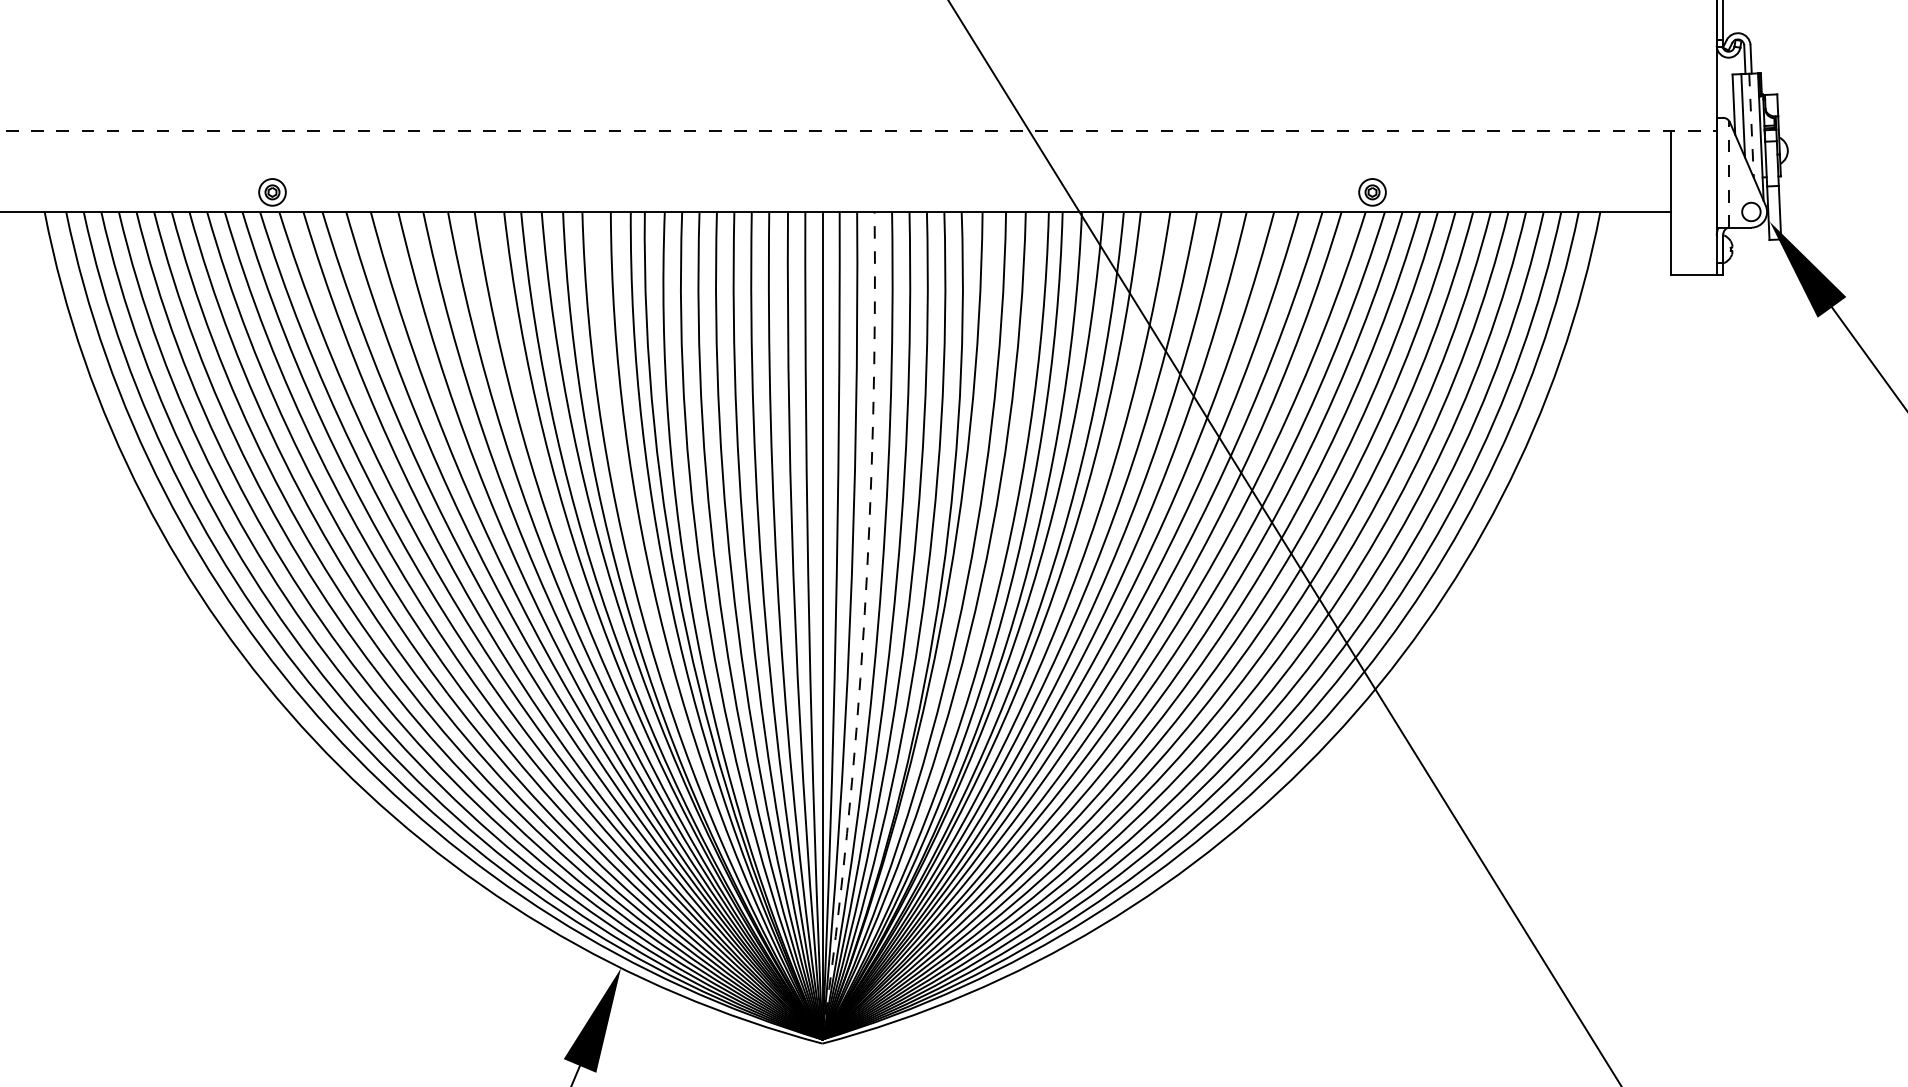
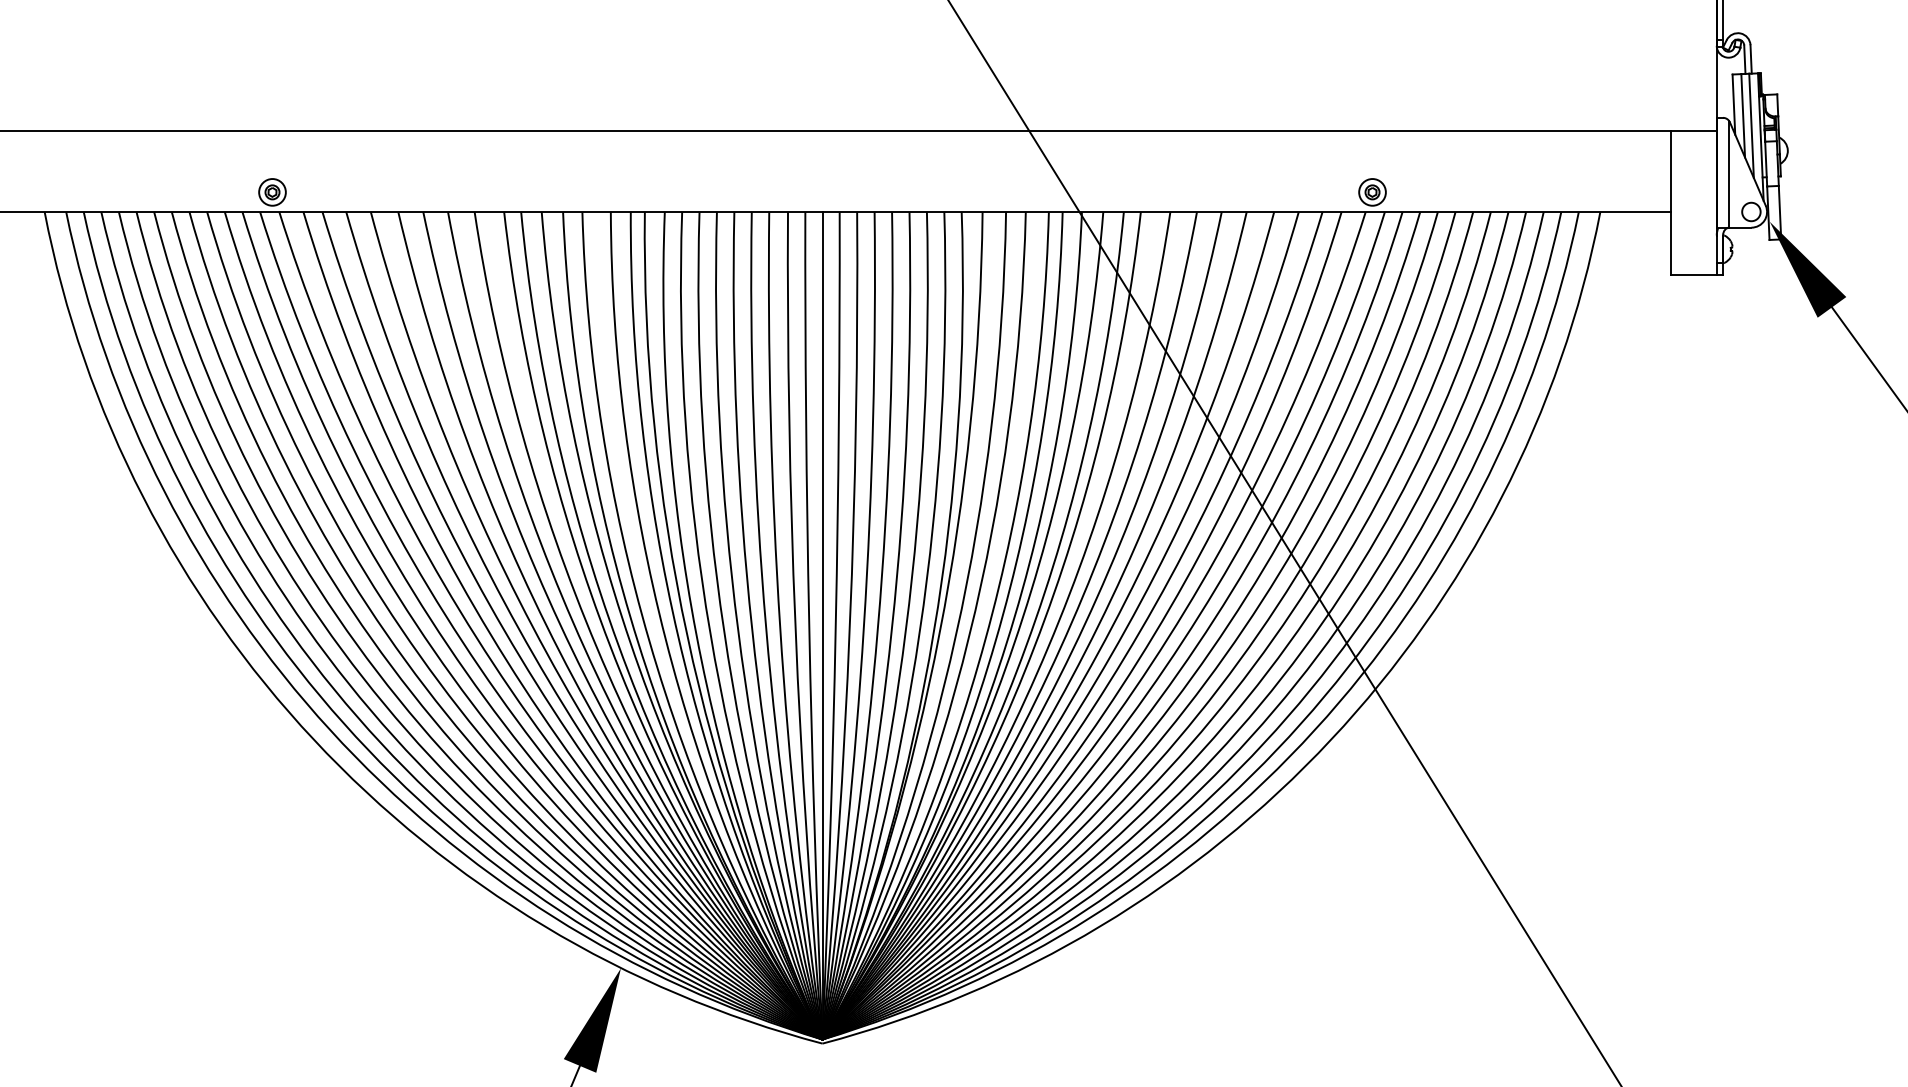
line at (1751, 126): dashed -> solid
line at (858, 131): dashed -> solid
line at (1729, 173): dashed -> solid
arc at (863, 626): dashed -> solid
